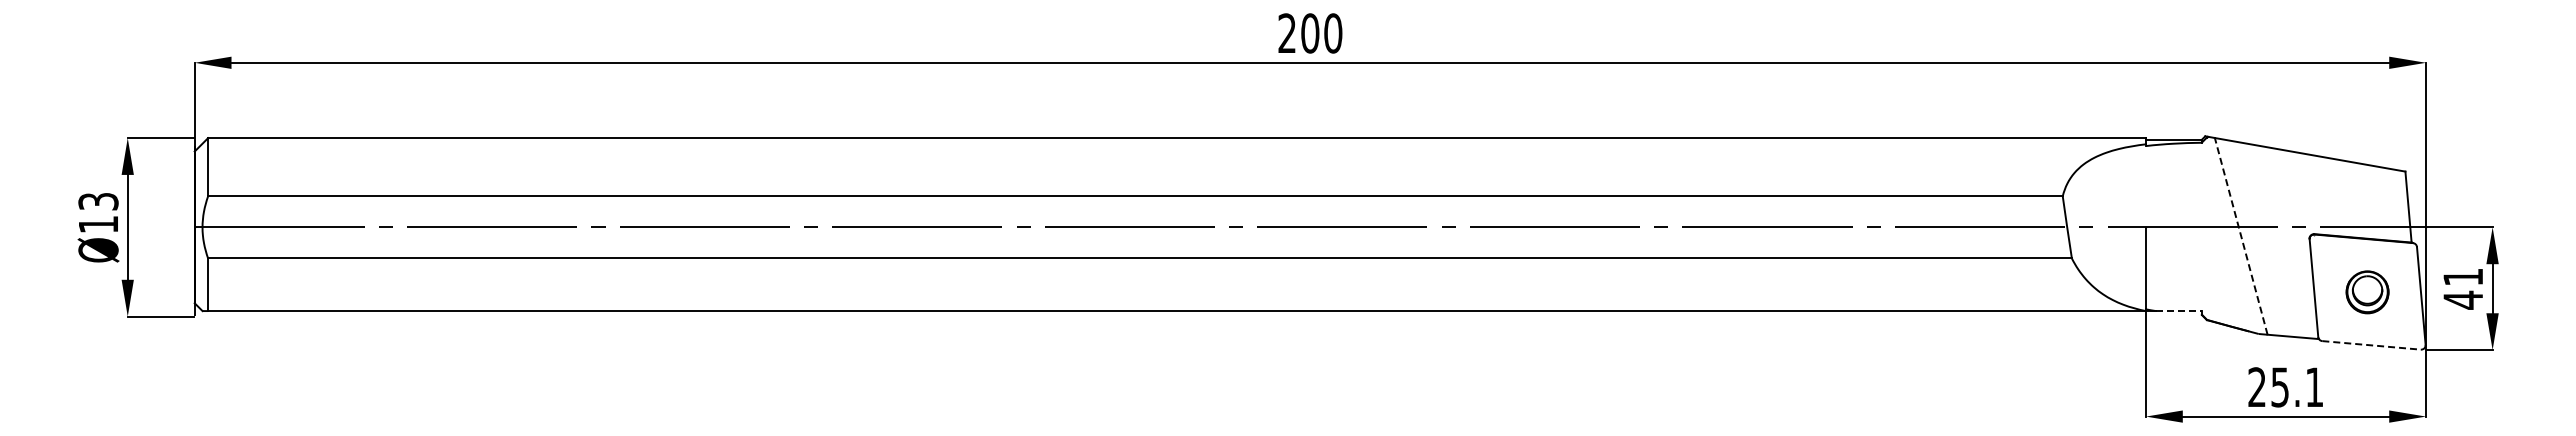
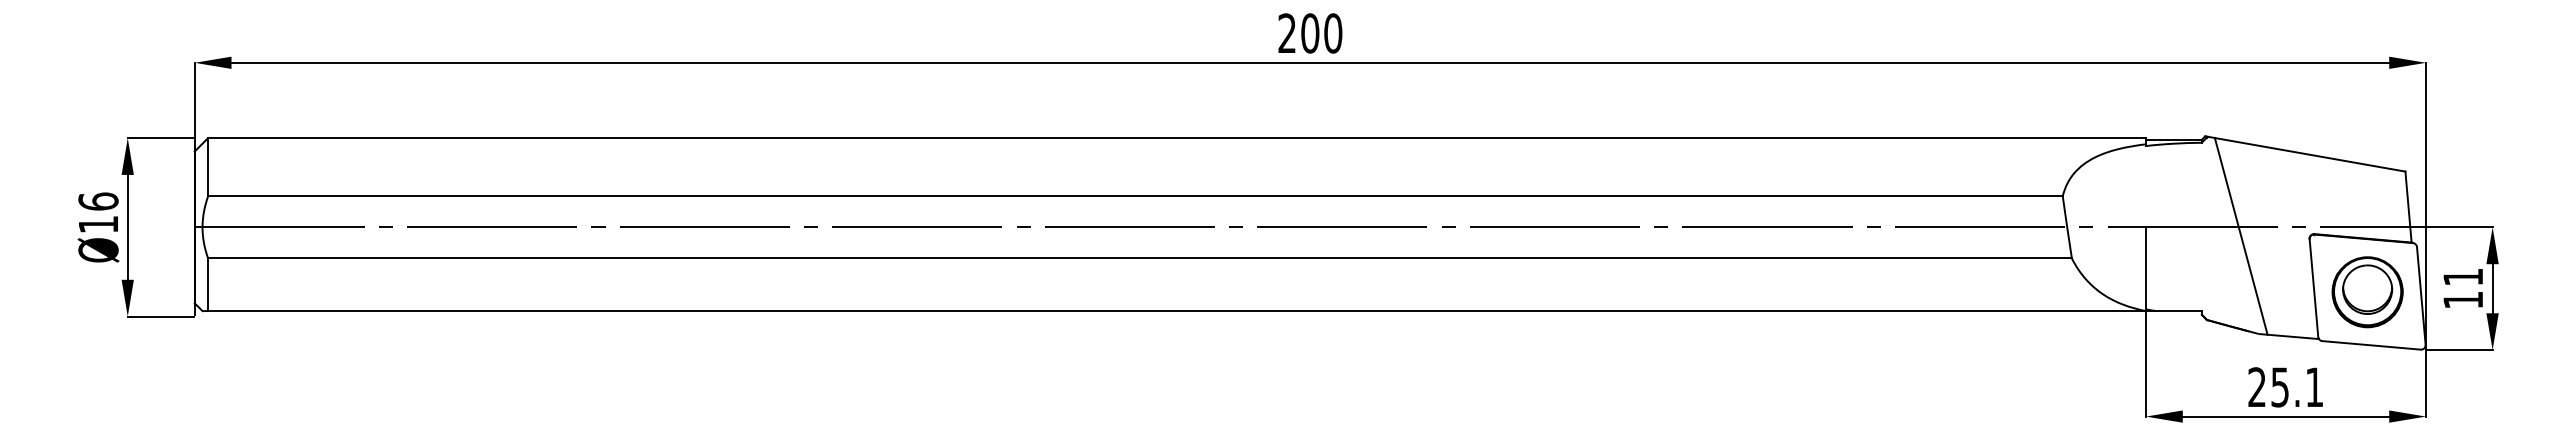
text at (98, 201): Ø13 -> Ø16
line at (2241, 236): dashed -> solid
part at (2367, 292) size: 45x45 px -> 73x73 px
text at (2462, 299): 41 -> 11
line at (2178, 311): dashed -> solid
line at (2372, 345): dashed -> solid
